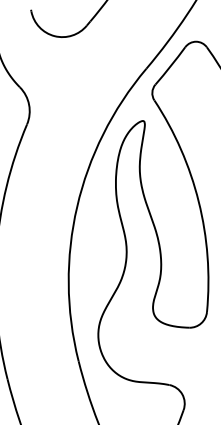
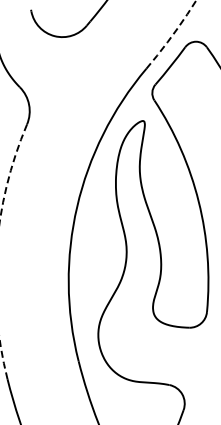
arc at (172, 35): solid -> dashed
arc at (5, 191): solid -> dashed
